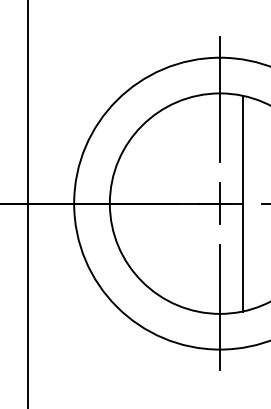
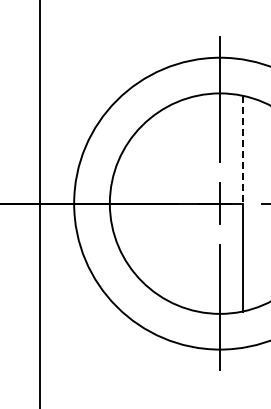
line at (242, 149): solid -> dashed
line at (28, 203) position: (28, 203) -> (40, 203)
